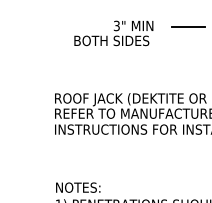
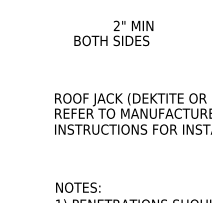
text at (116, 26): 3" -> 2"
line at (188, 26): present -> none
